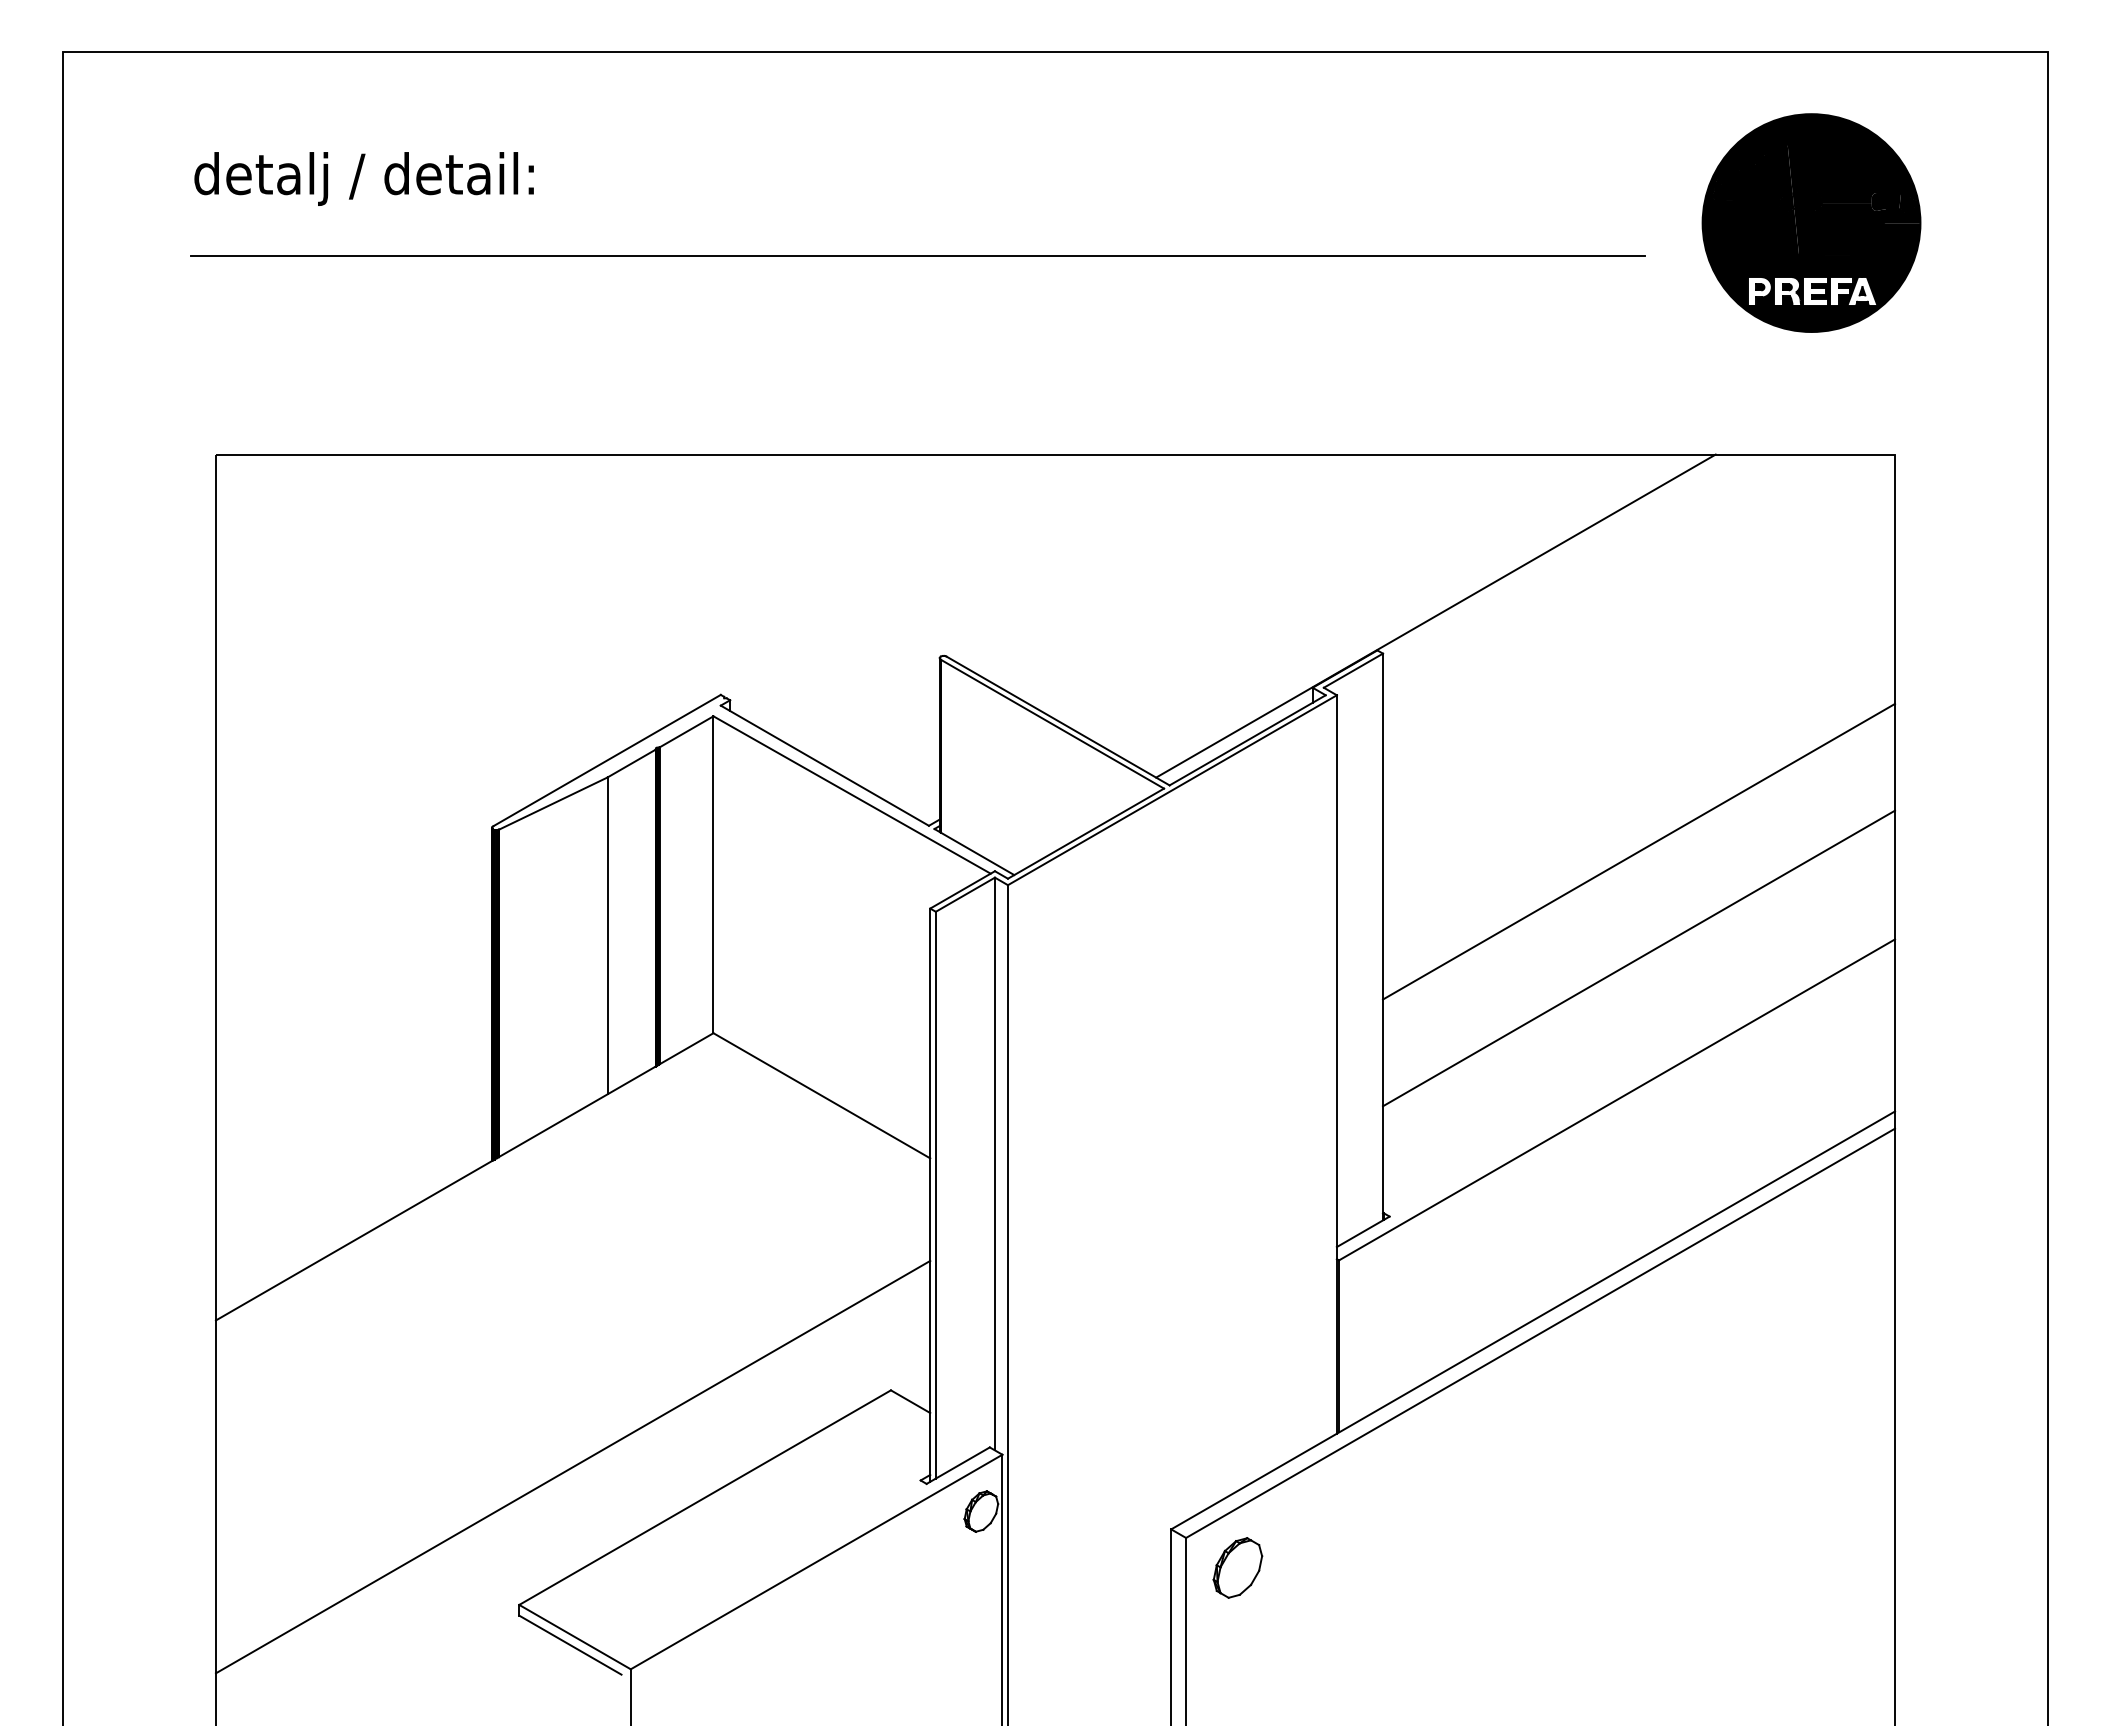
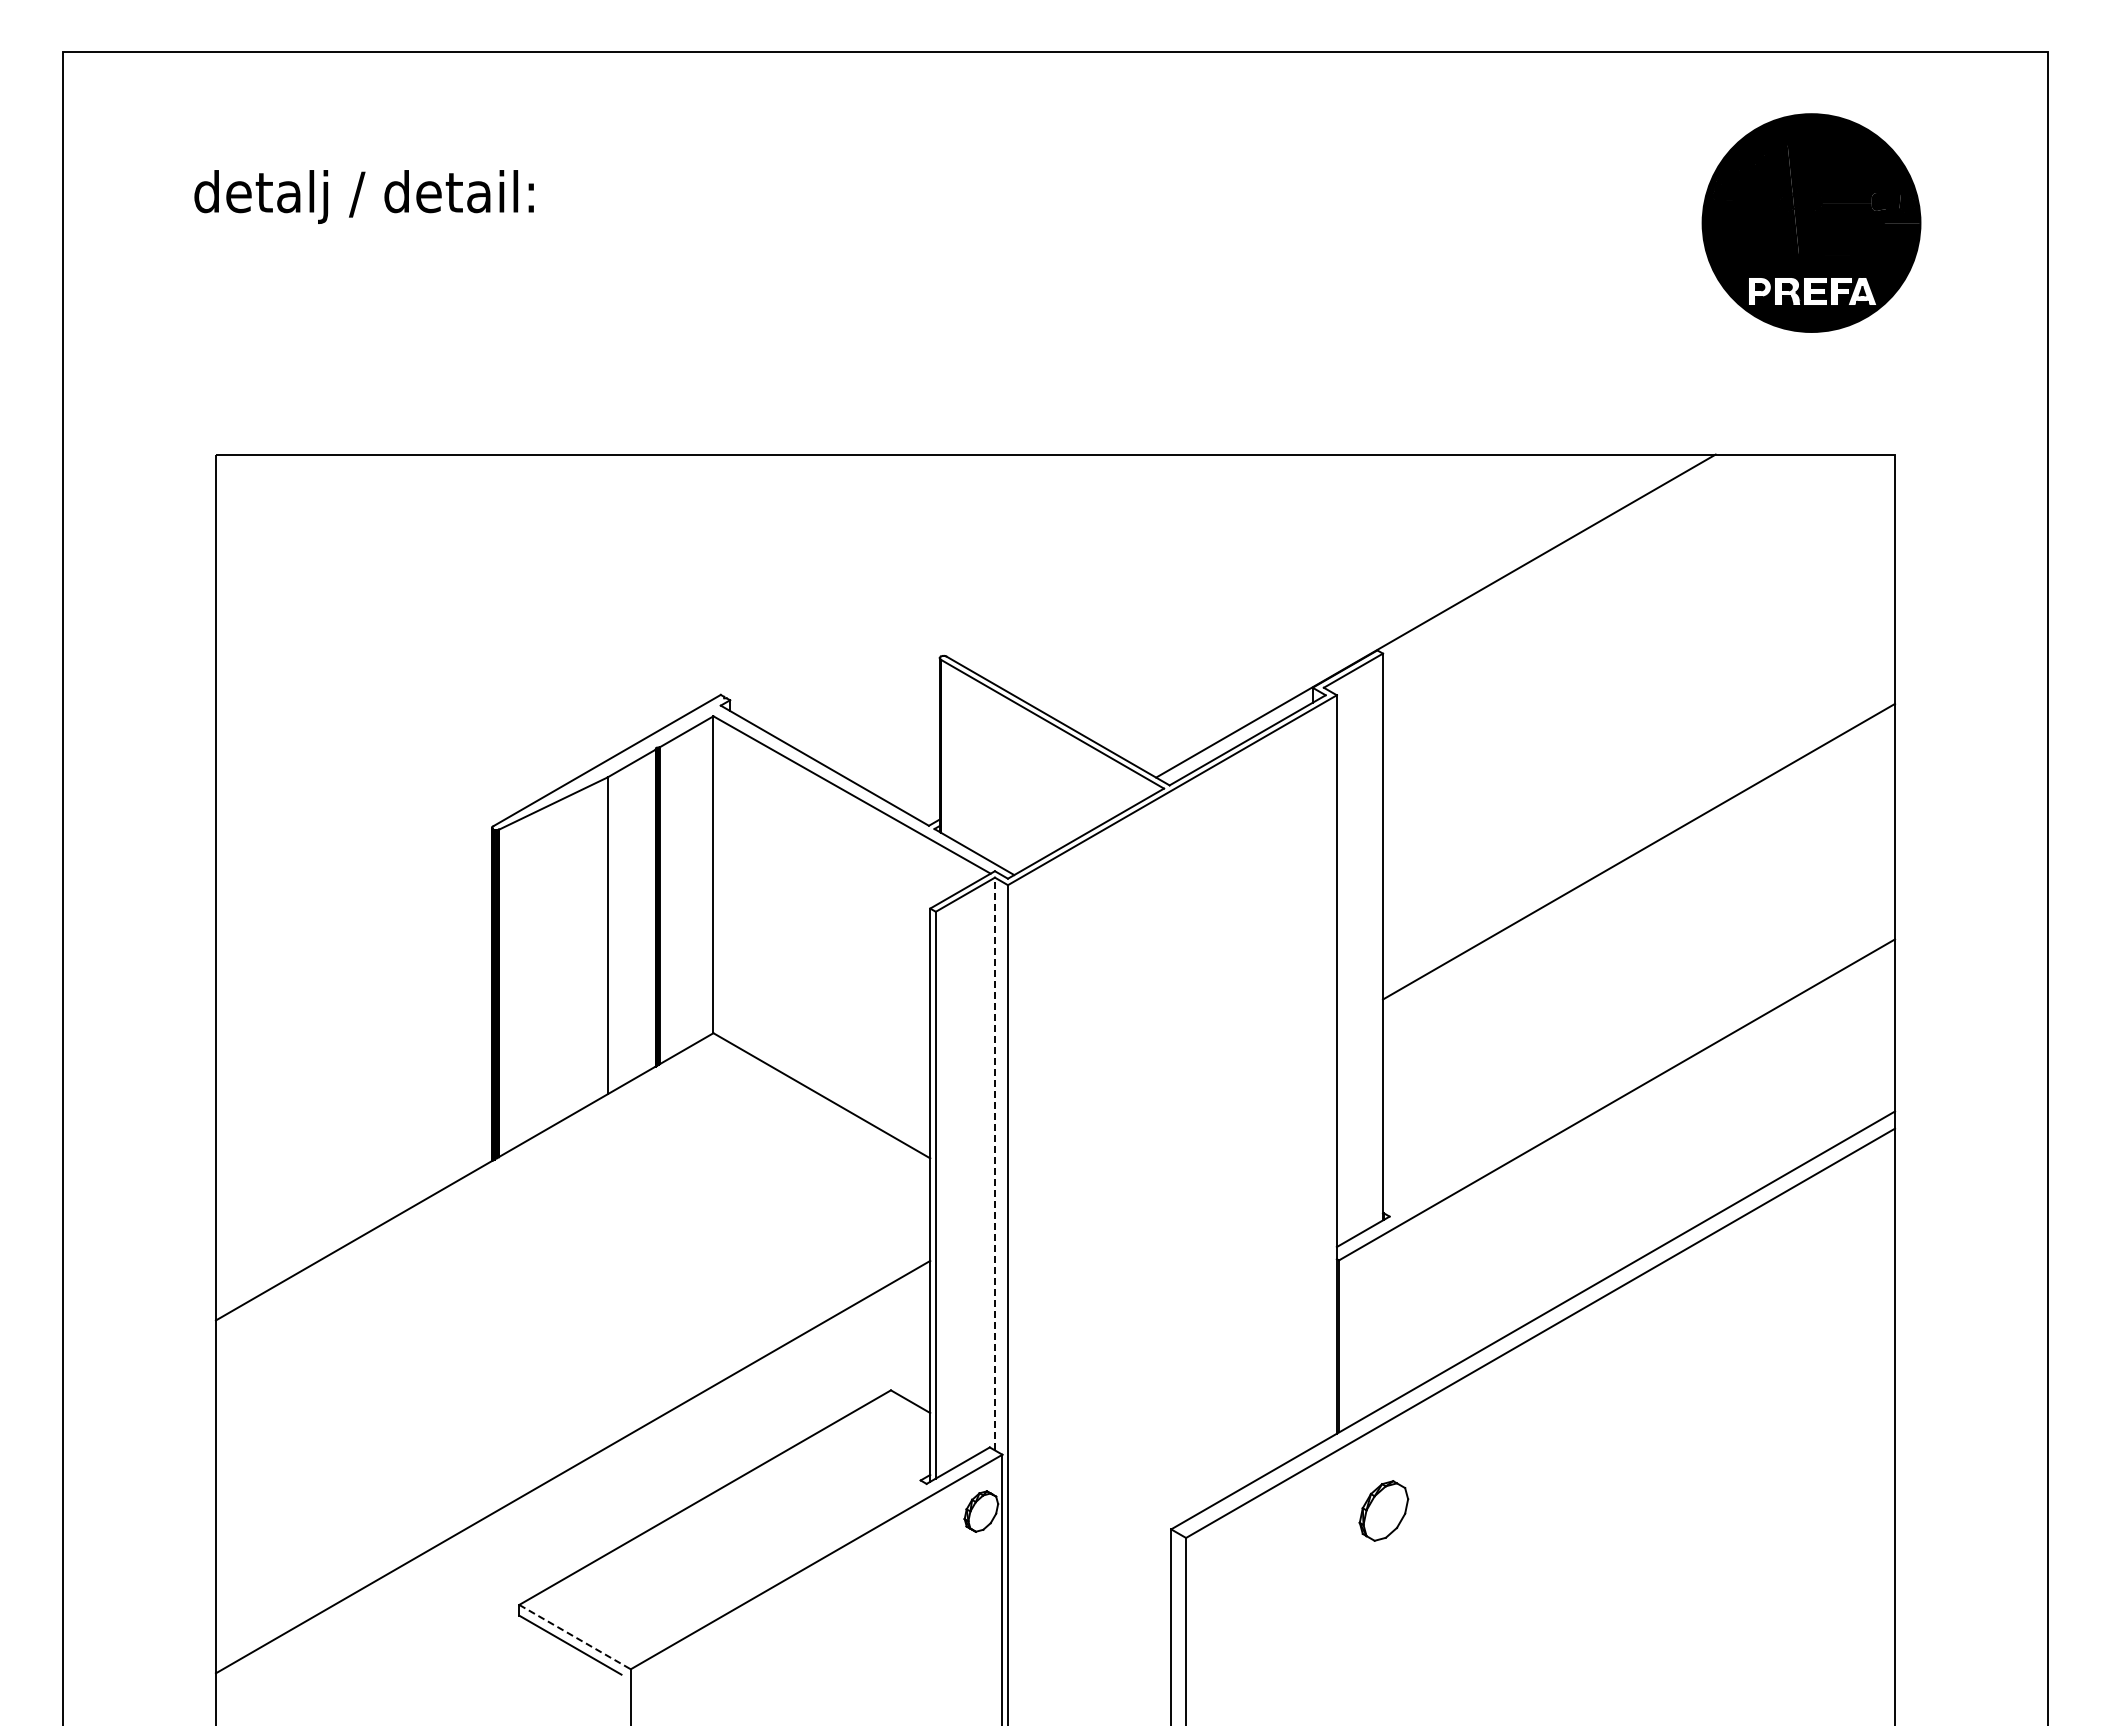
text at (363, 178) position: (363, 178) -> (363, 196)
line at (917, 255): present -> none
line at (1638, 958): present -> none
line at (994, 1163): solid -> dashed
part at (1237, 1567) position: (1237, 1567) -> (1383, 1510)
line at (575, 1637): solid -> dashed
